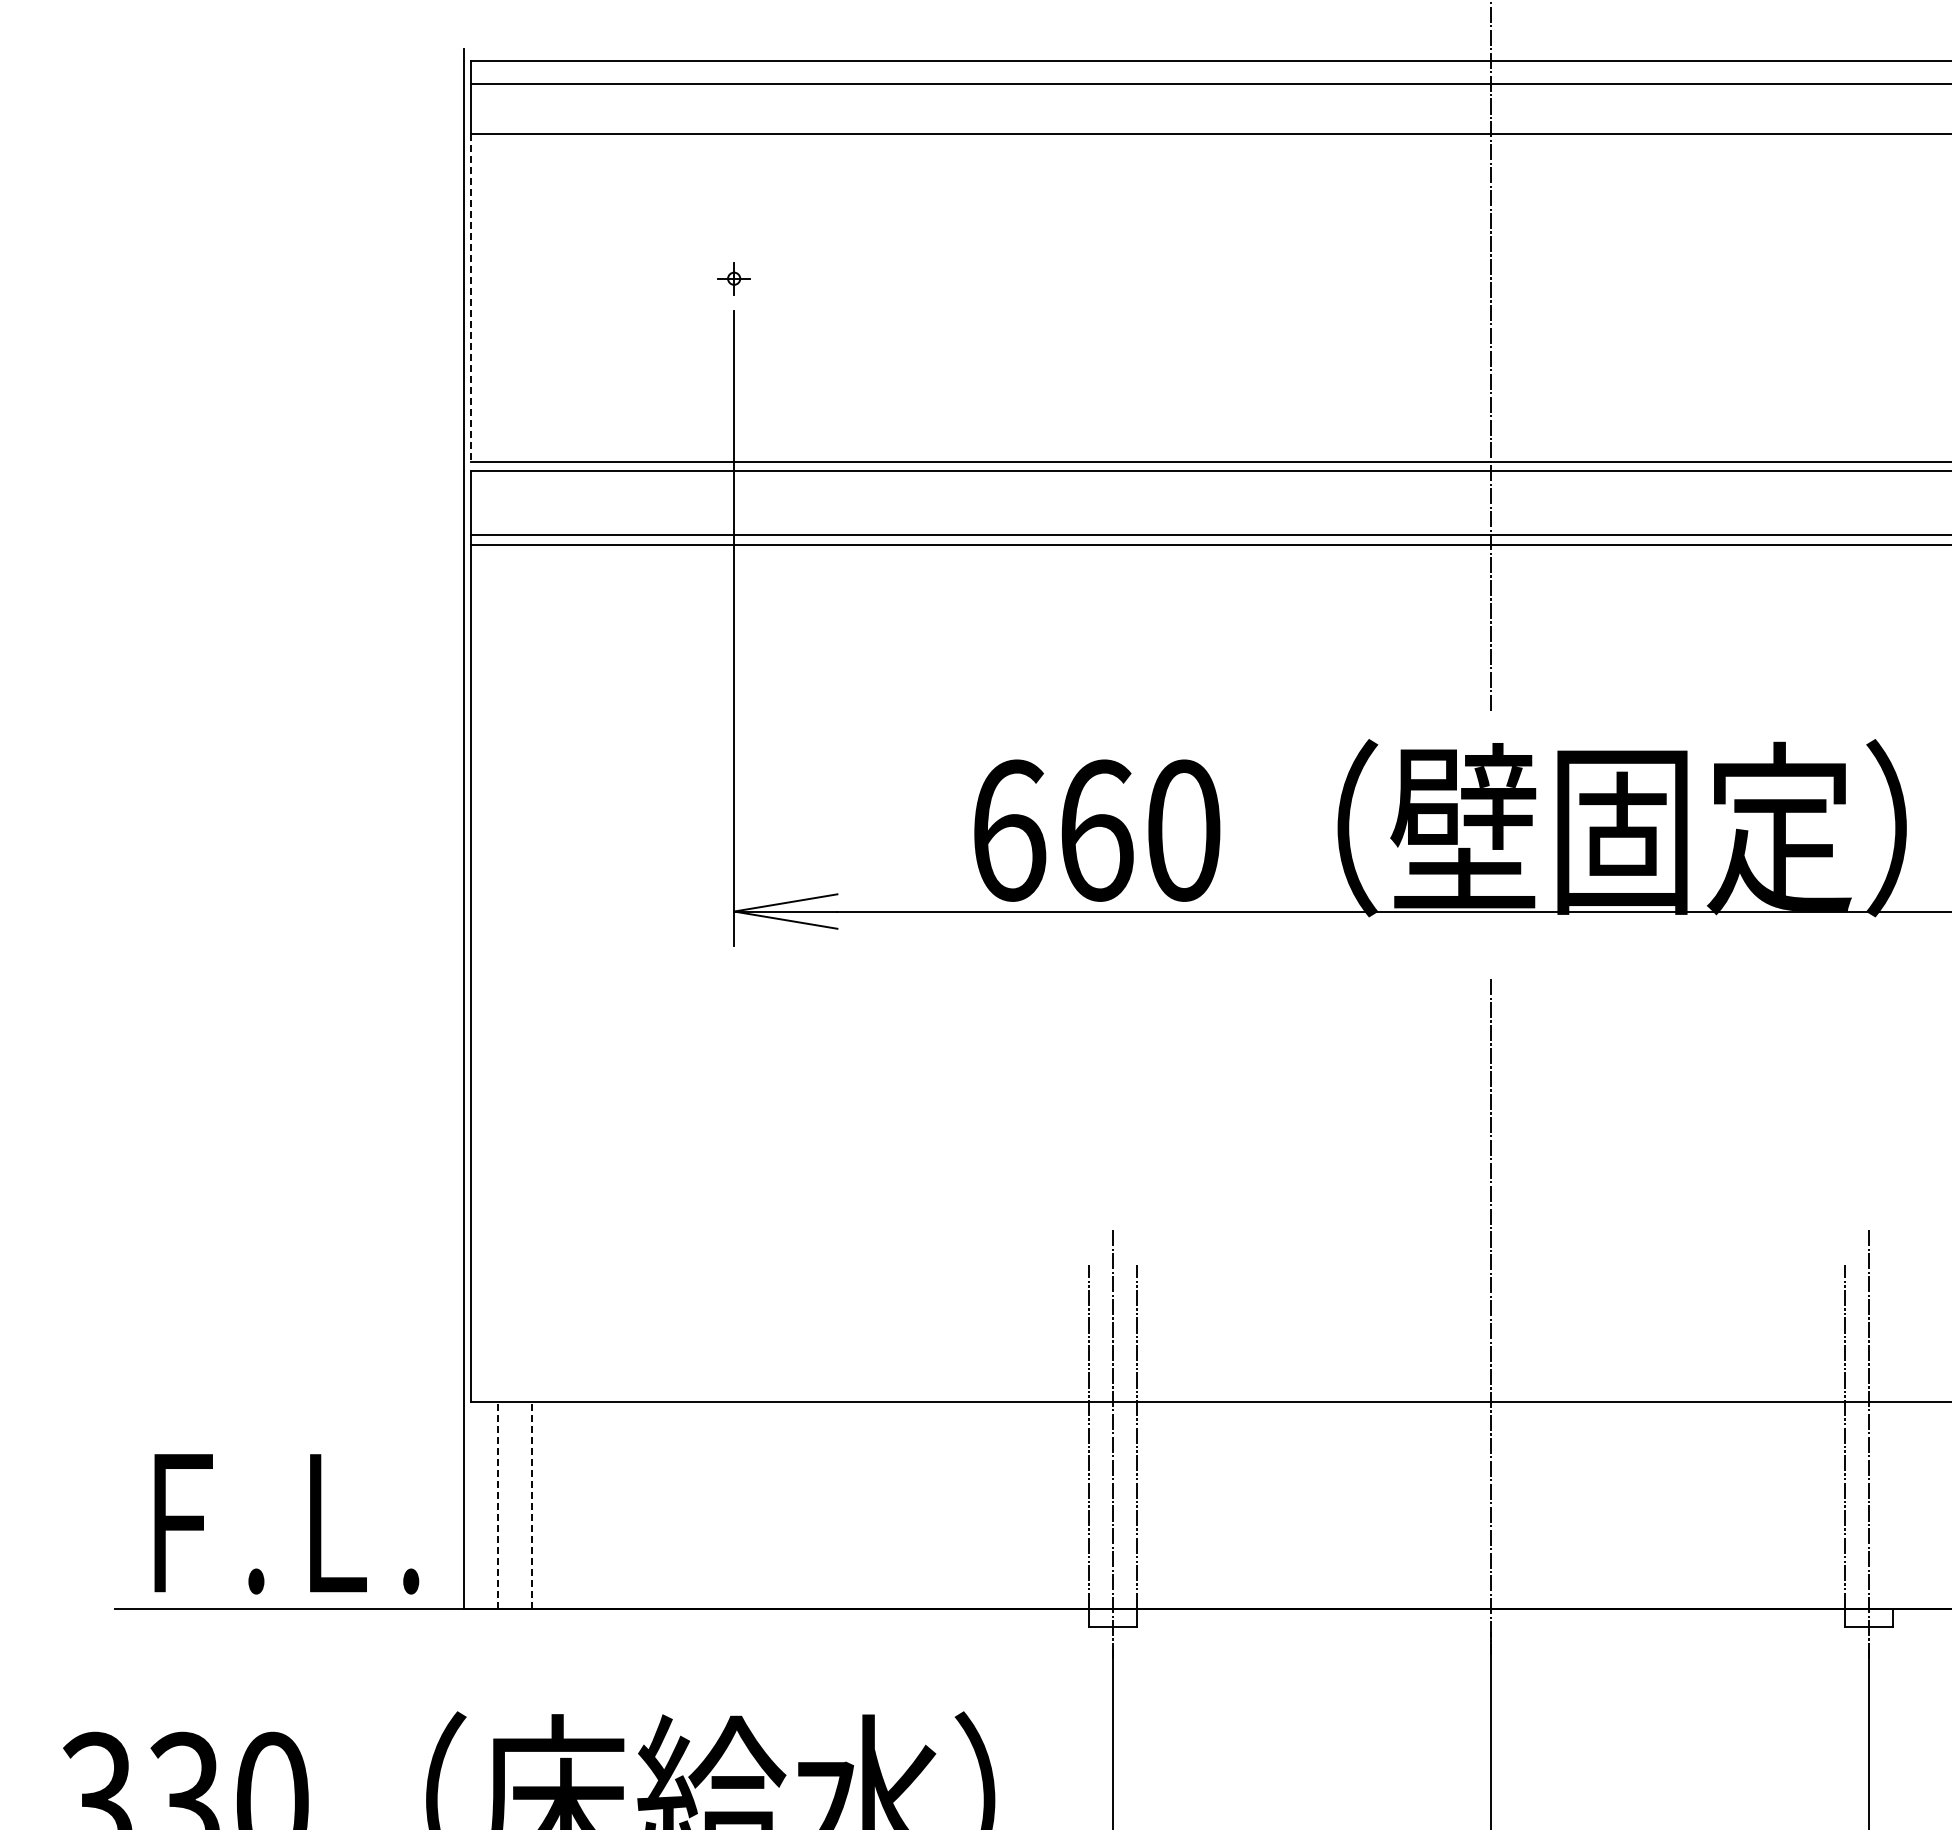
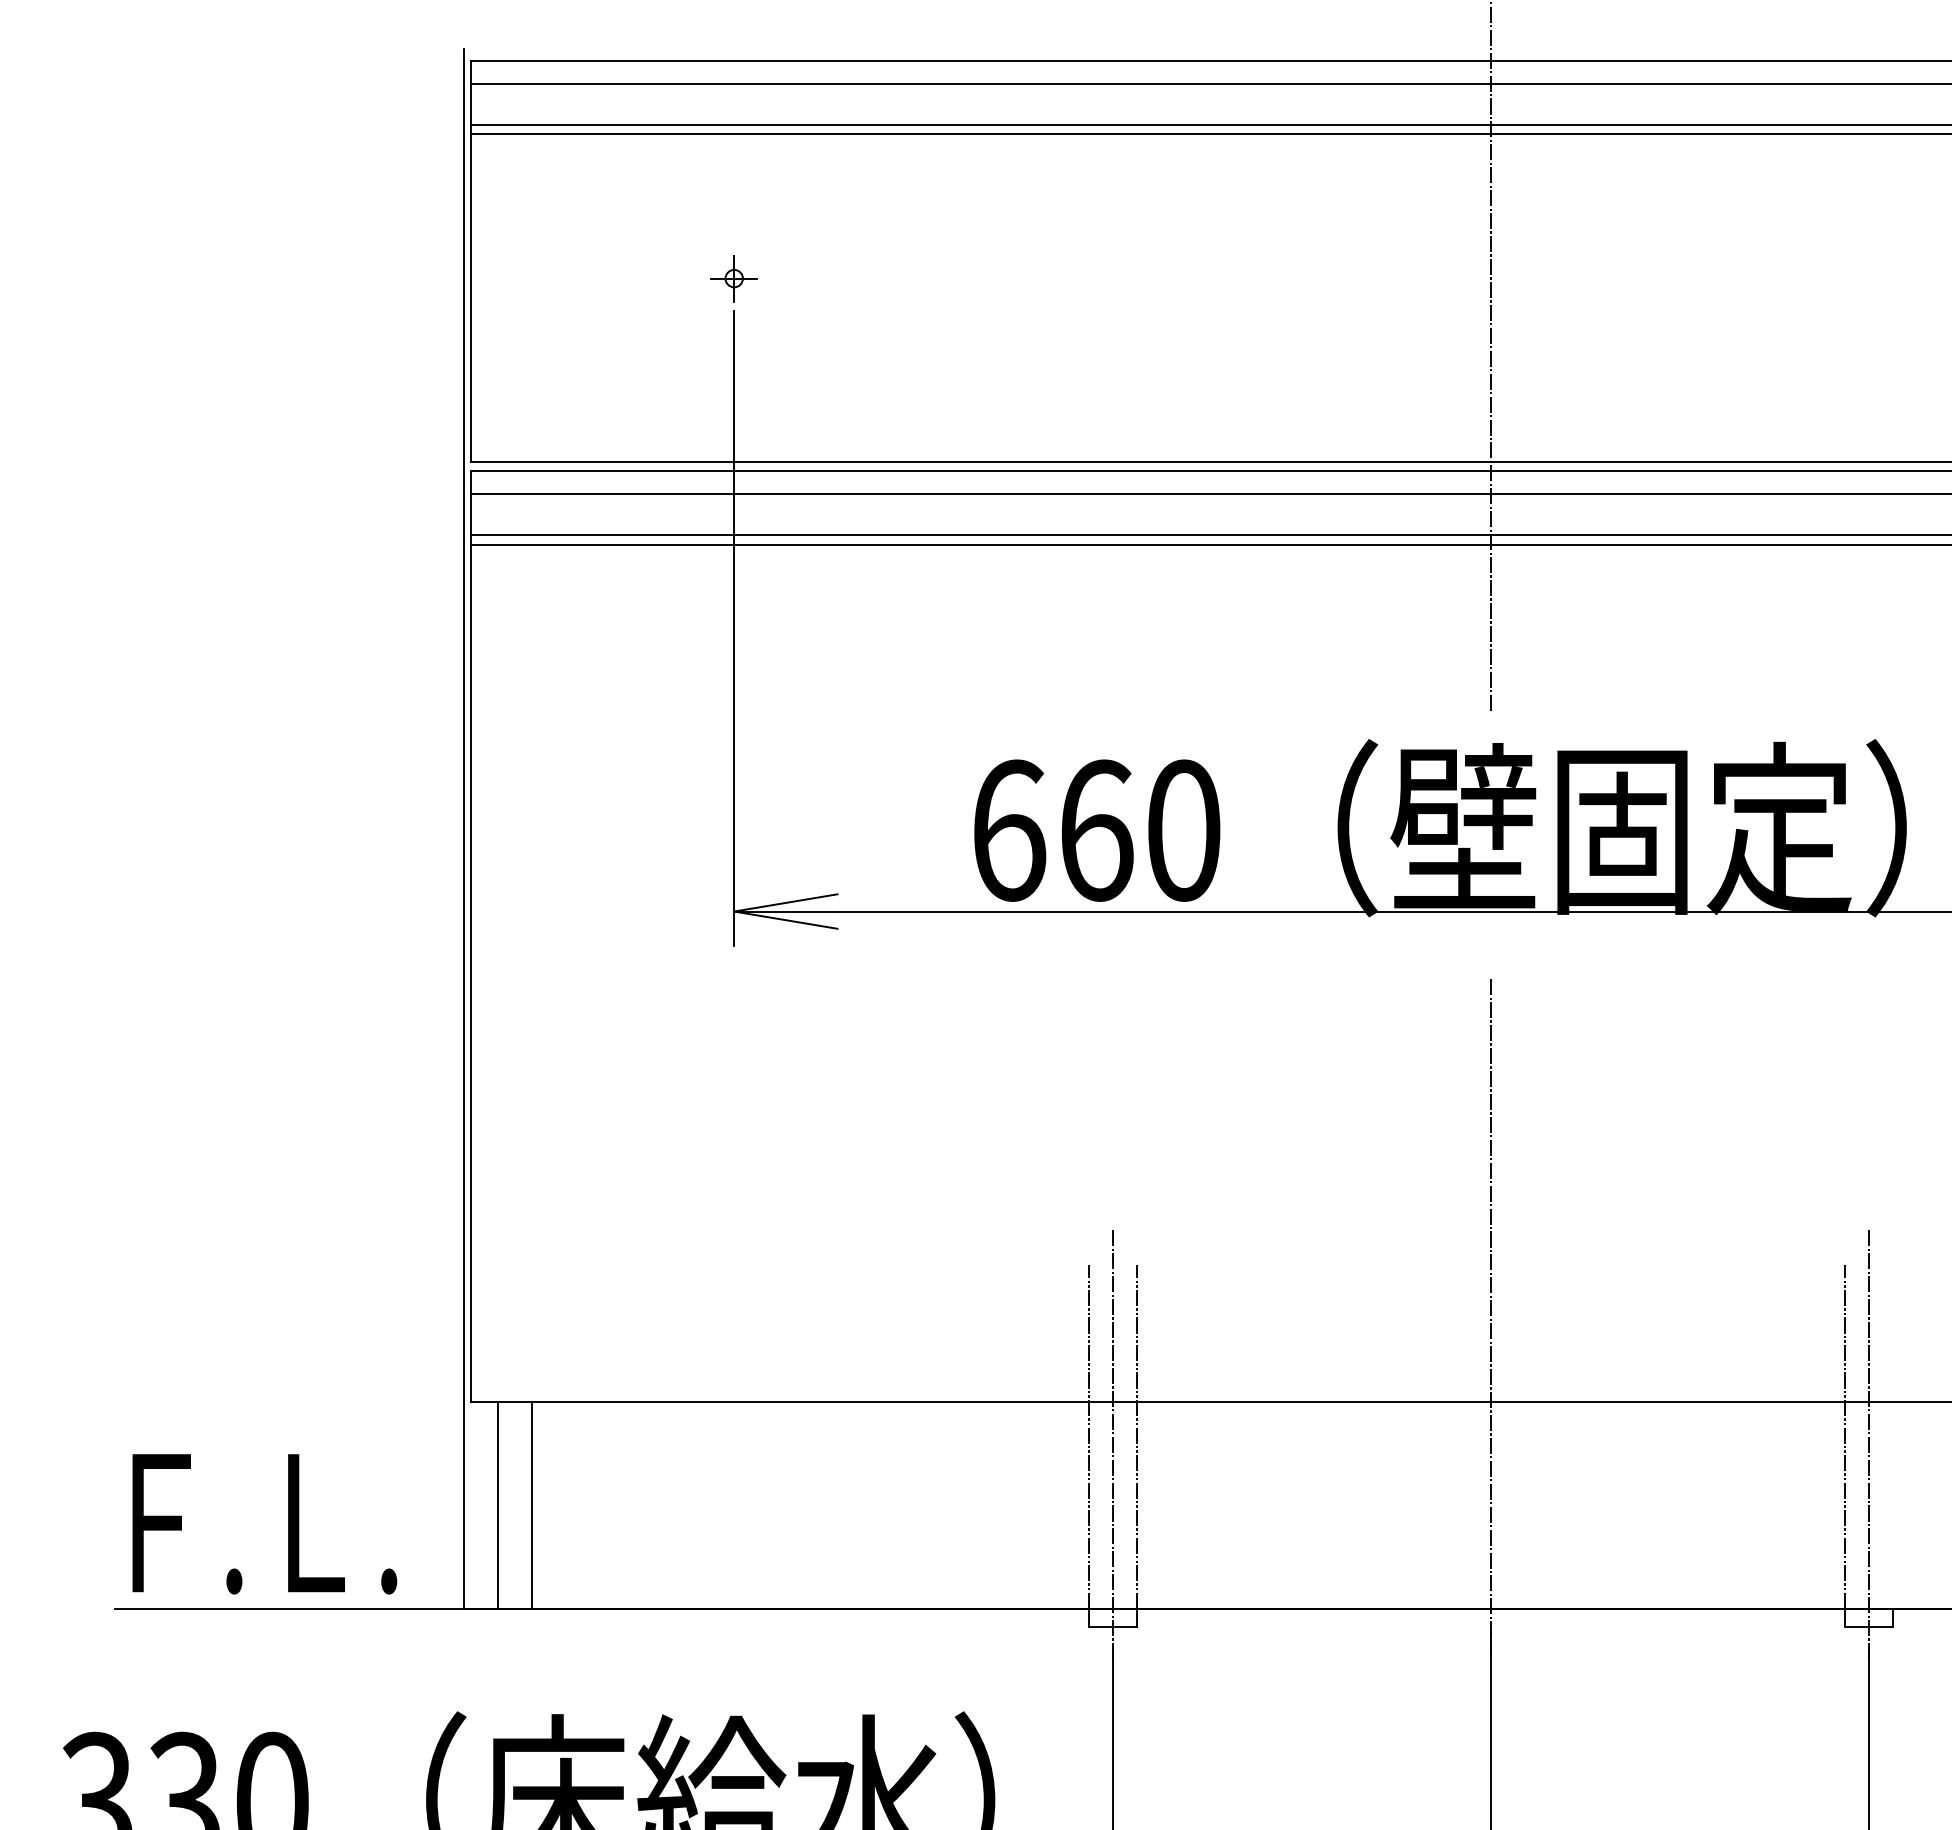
line at (1209, 124): none -> present
part at (733, 278) size: 34x34 px -> 48x48 px
line at (470, 298): dashed -> solid
line at (1209, 494): none -> present
line at (498, 1504): dashed -> solid
line at (532, 1504): dashed -> solid
text at (286, 1524) position: (286, 1524) -> (264, 1524)
